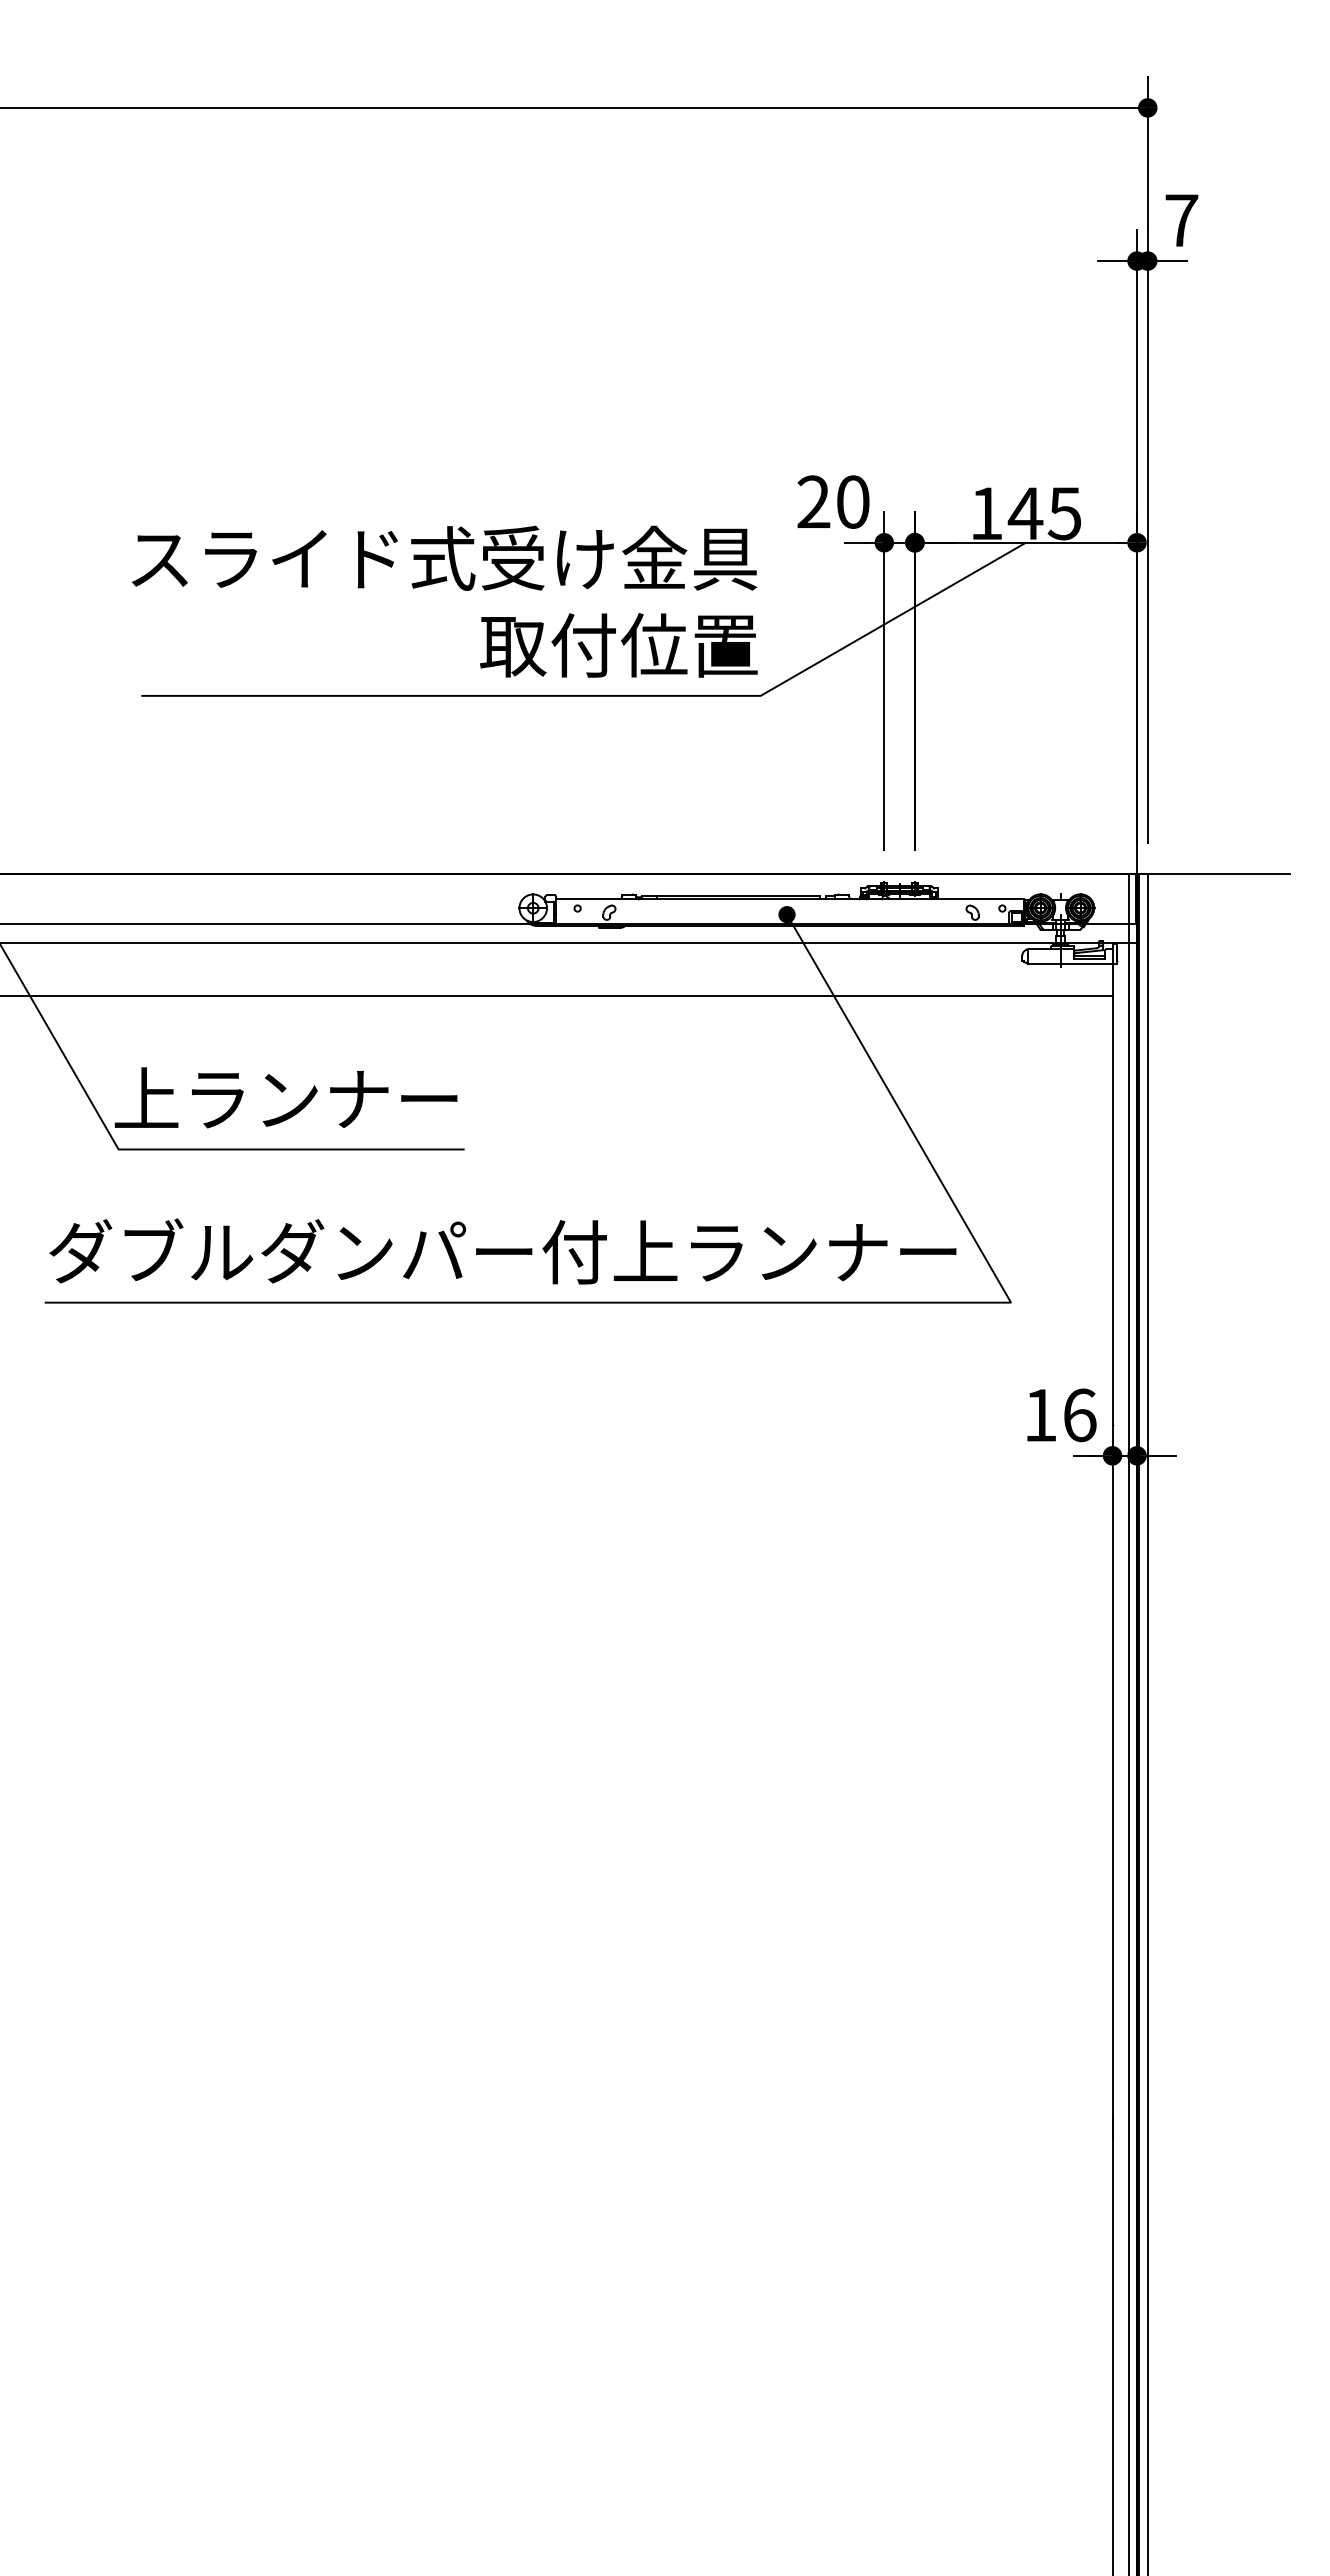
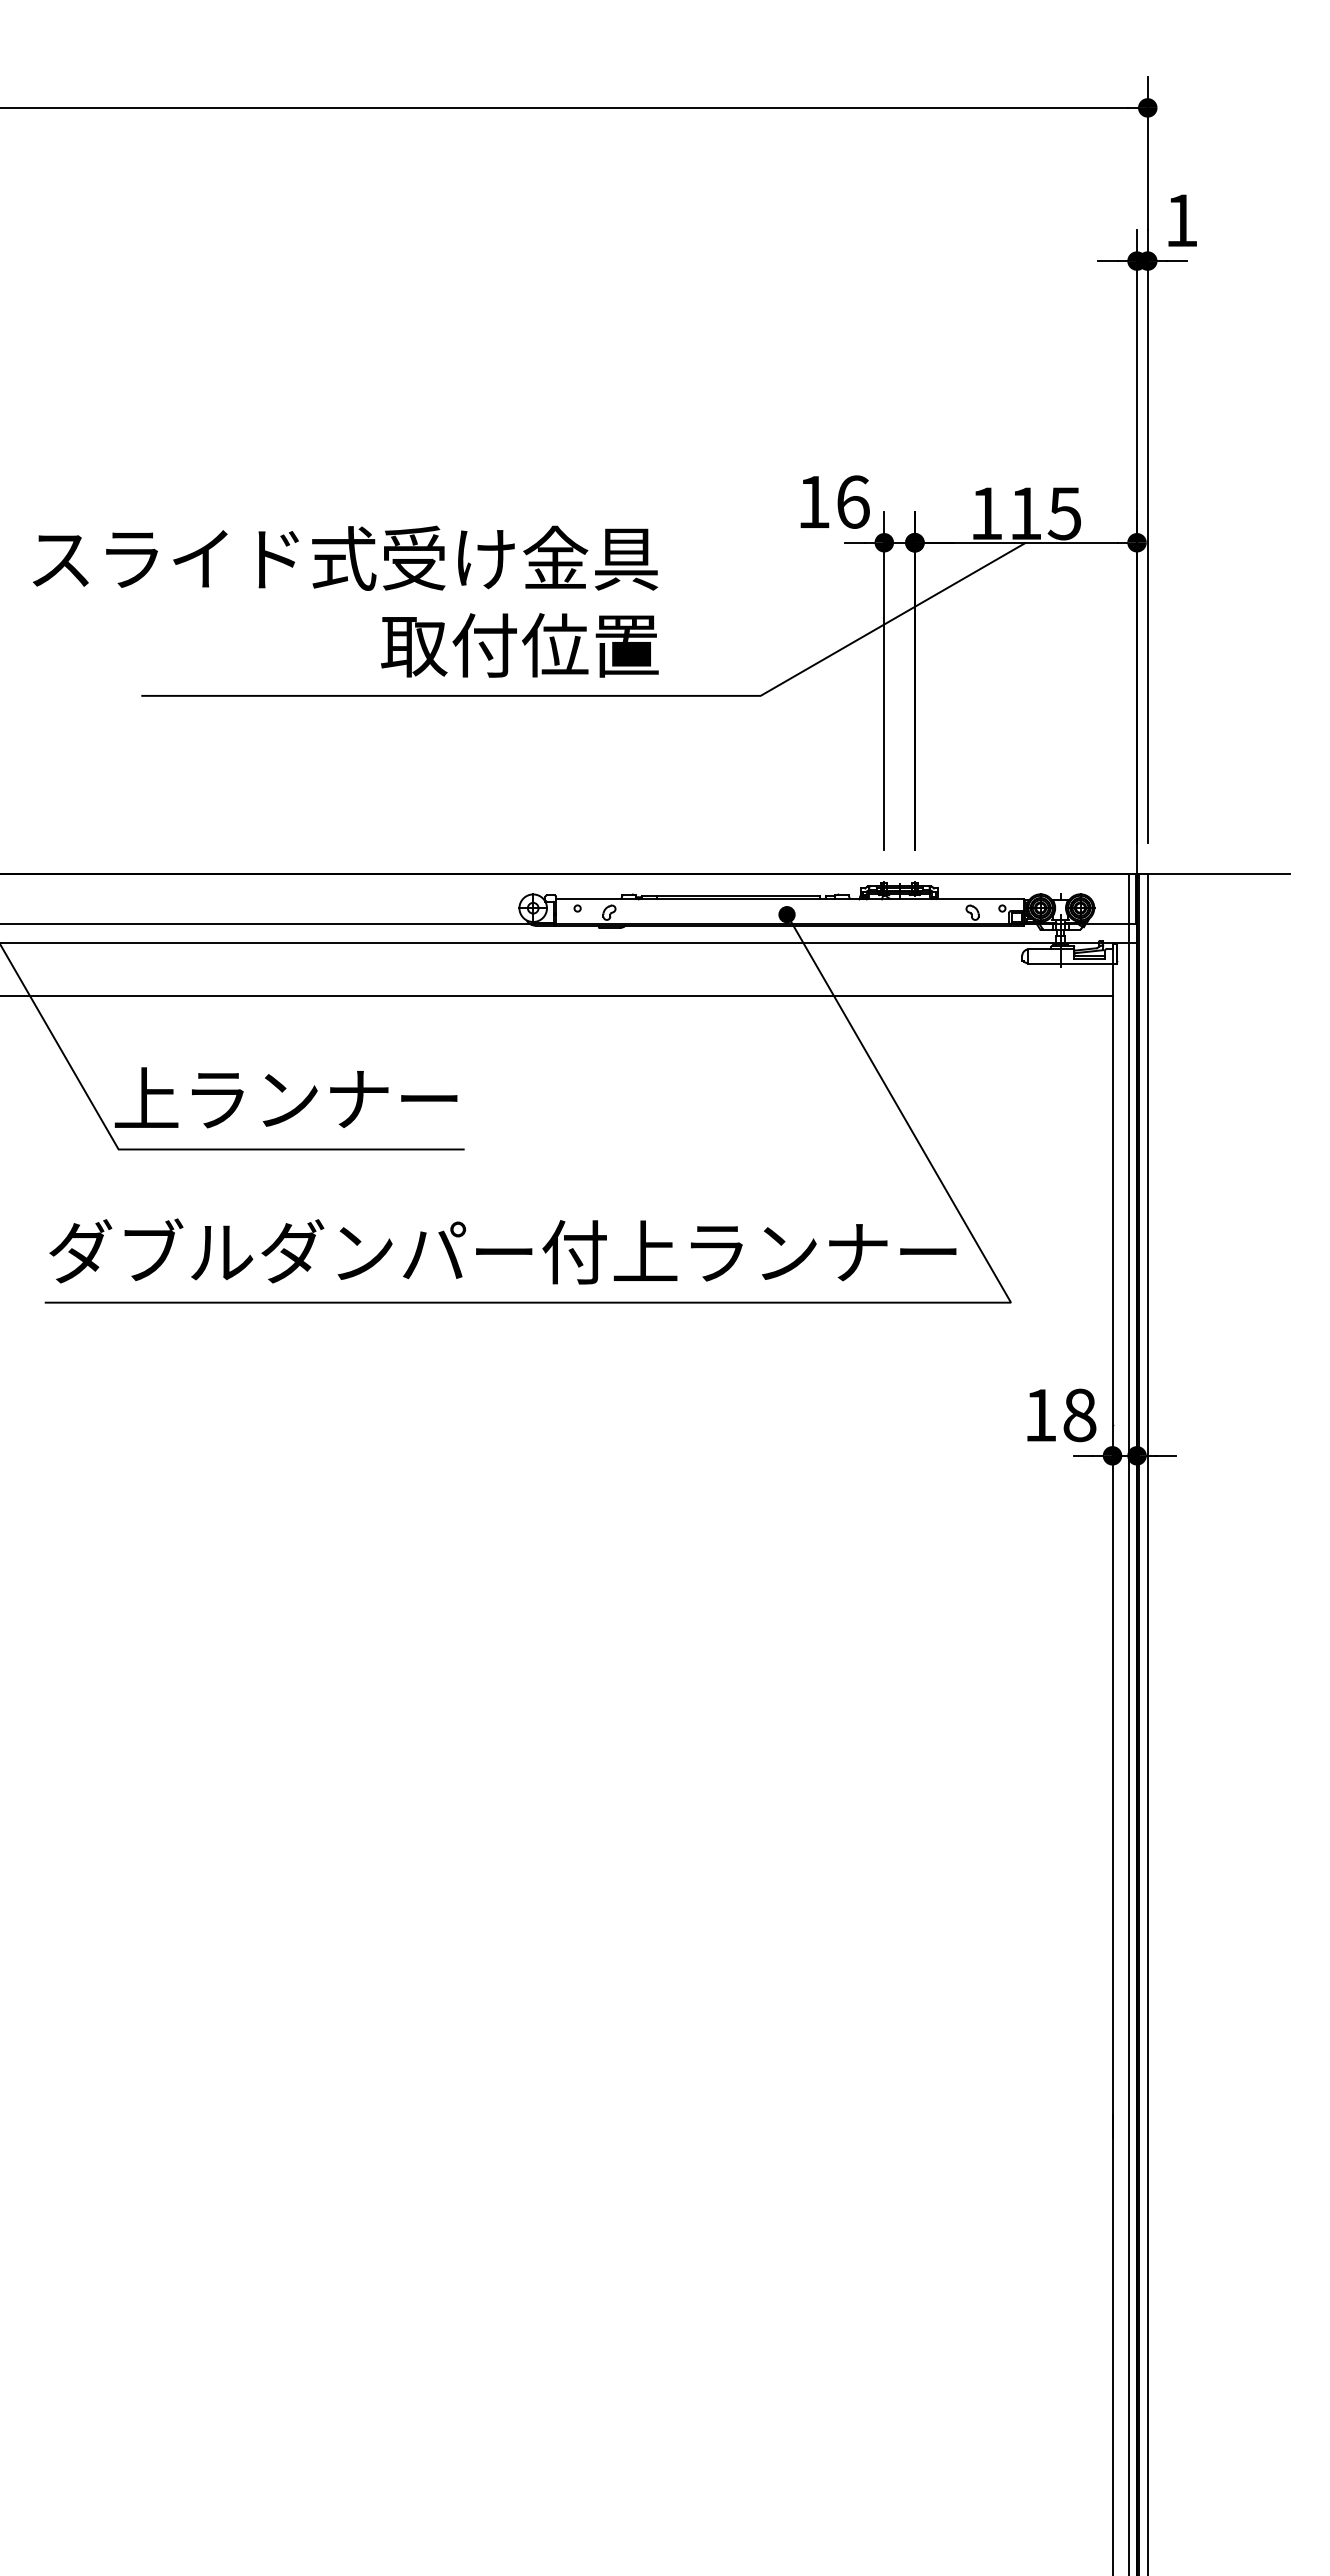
text at (1181, 220): 7 -> 1
text at (833, 501): 20 -> 16
text at (1025, 513): 145 -> 115
text at (444, 601) position: (444, 601) -> (345, 601)
text at (1079, 1415): 16 -> 18
